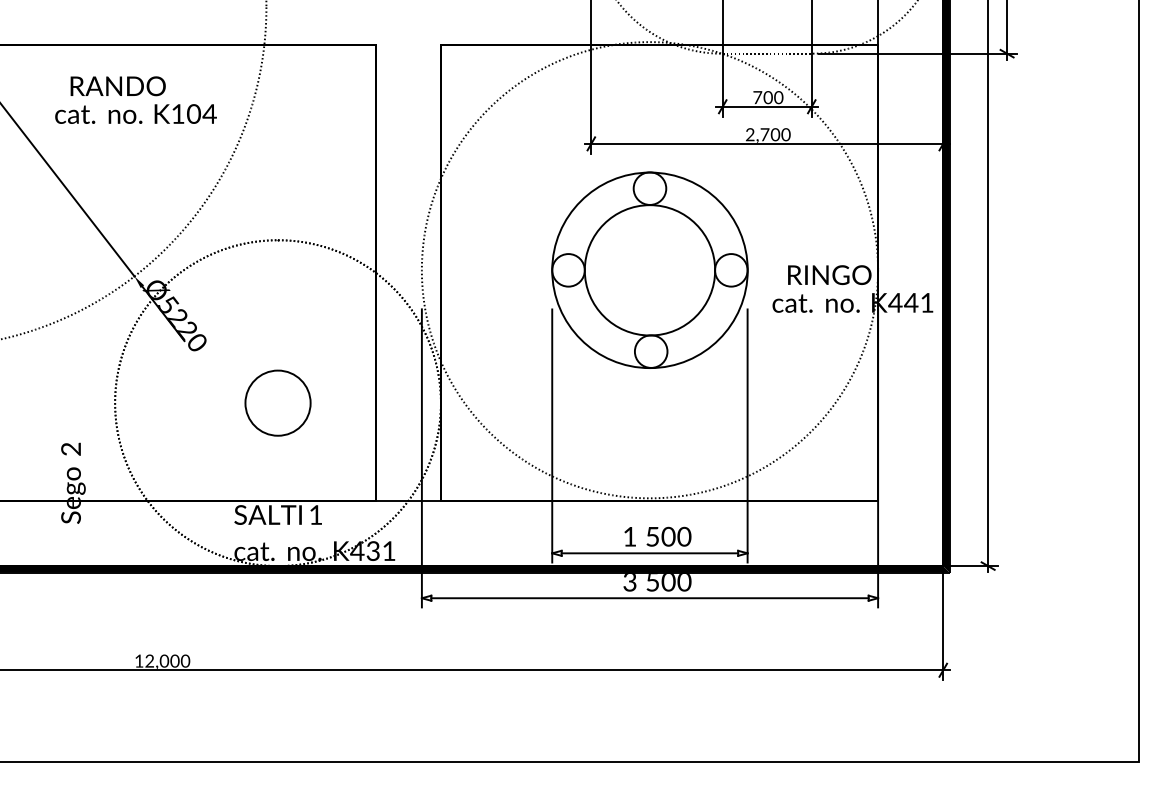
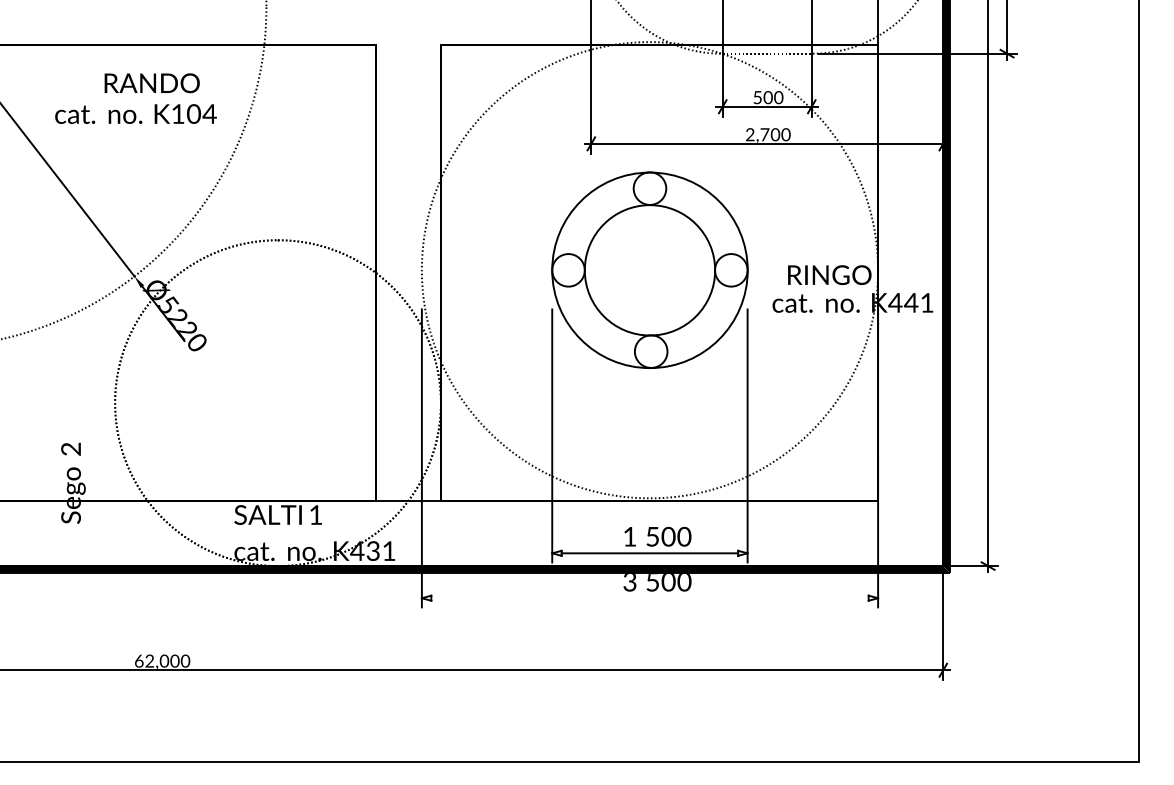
text at (117, 86) position: (117, 86) -> (151, 83)
text at (757, 97): 700 -> 500
part at (277, 402): present -> none
line at (649, 598): present -> none
text at (139, 660): 12,000 -> 62,000
